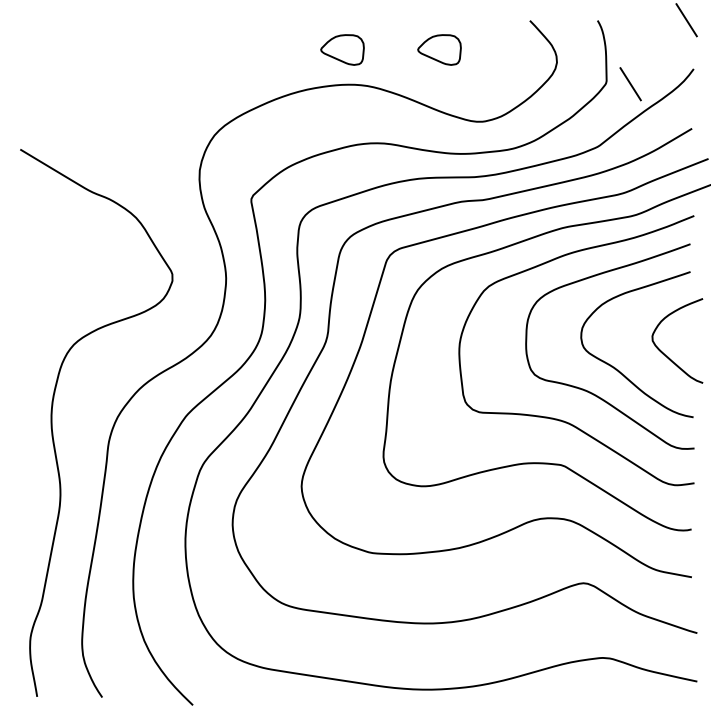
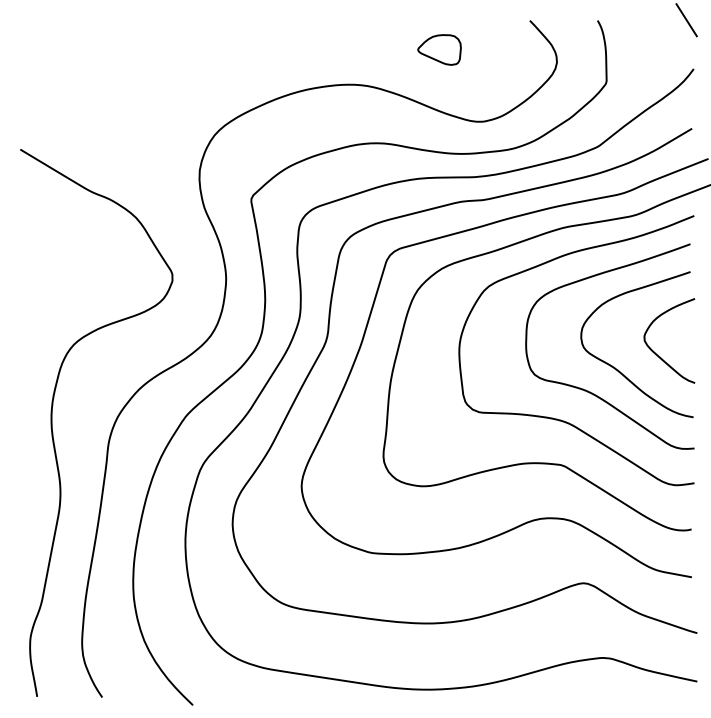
part at (342, 49): present -> none
line at (630, 84): present -> none
curve at (668, 356) position: (668, 356) -> (660, 356)
